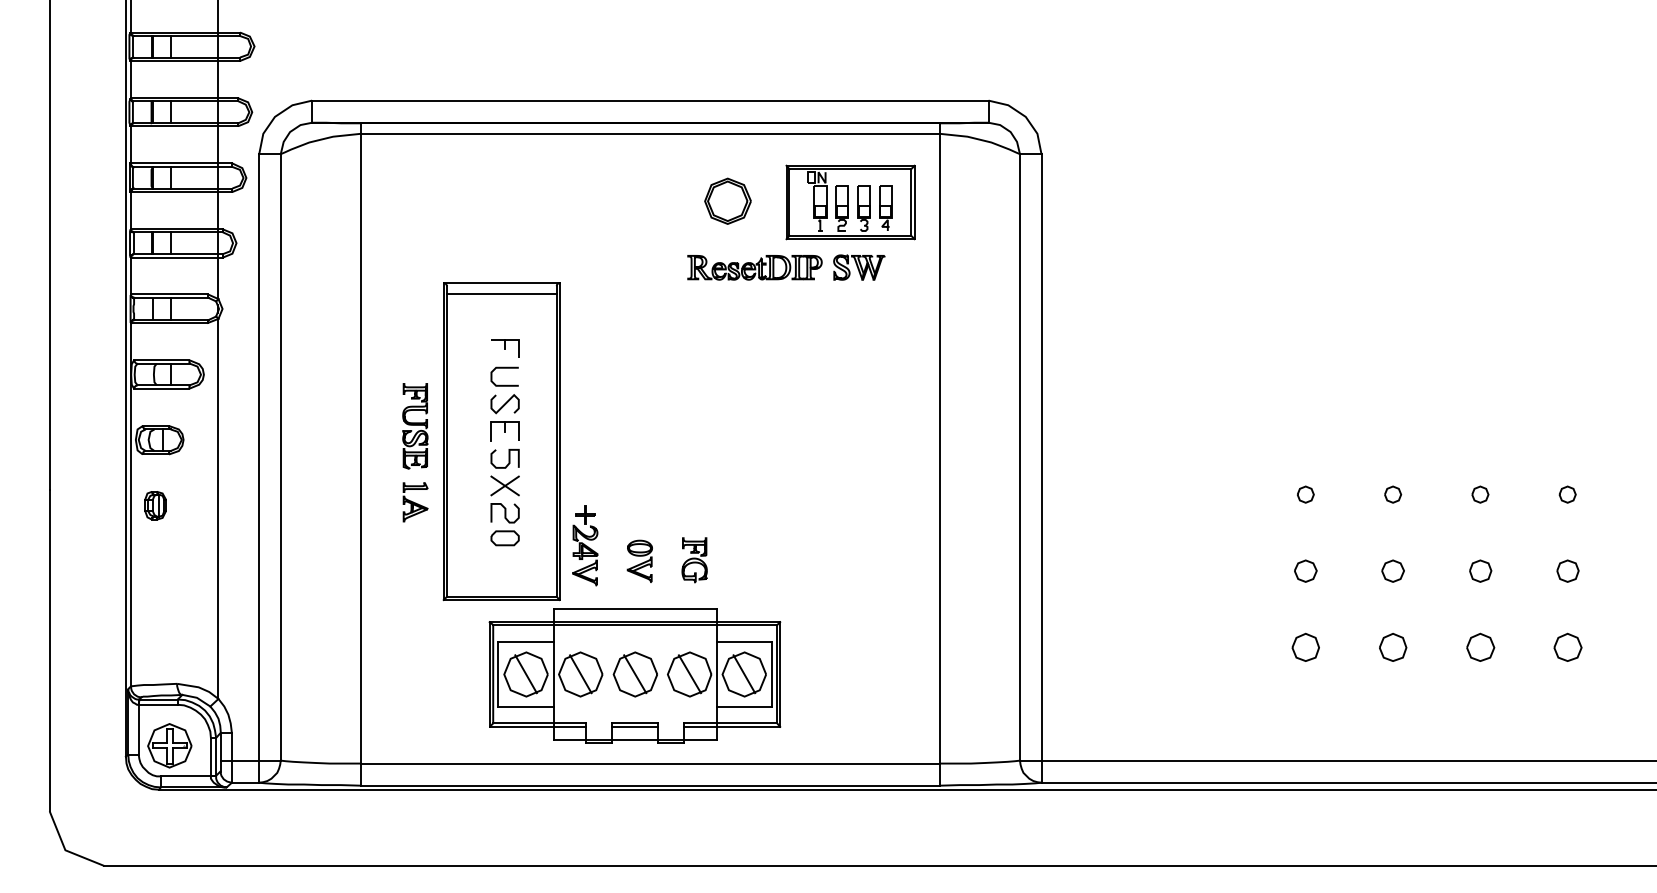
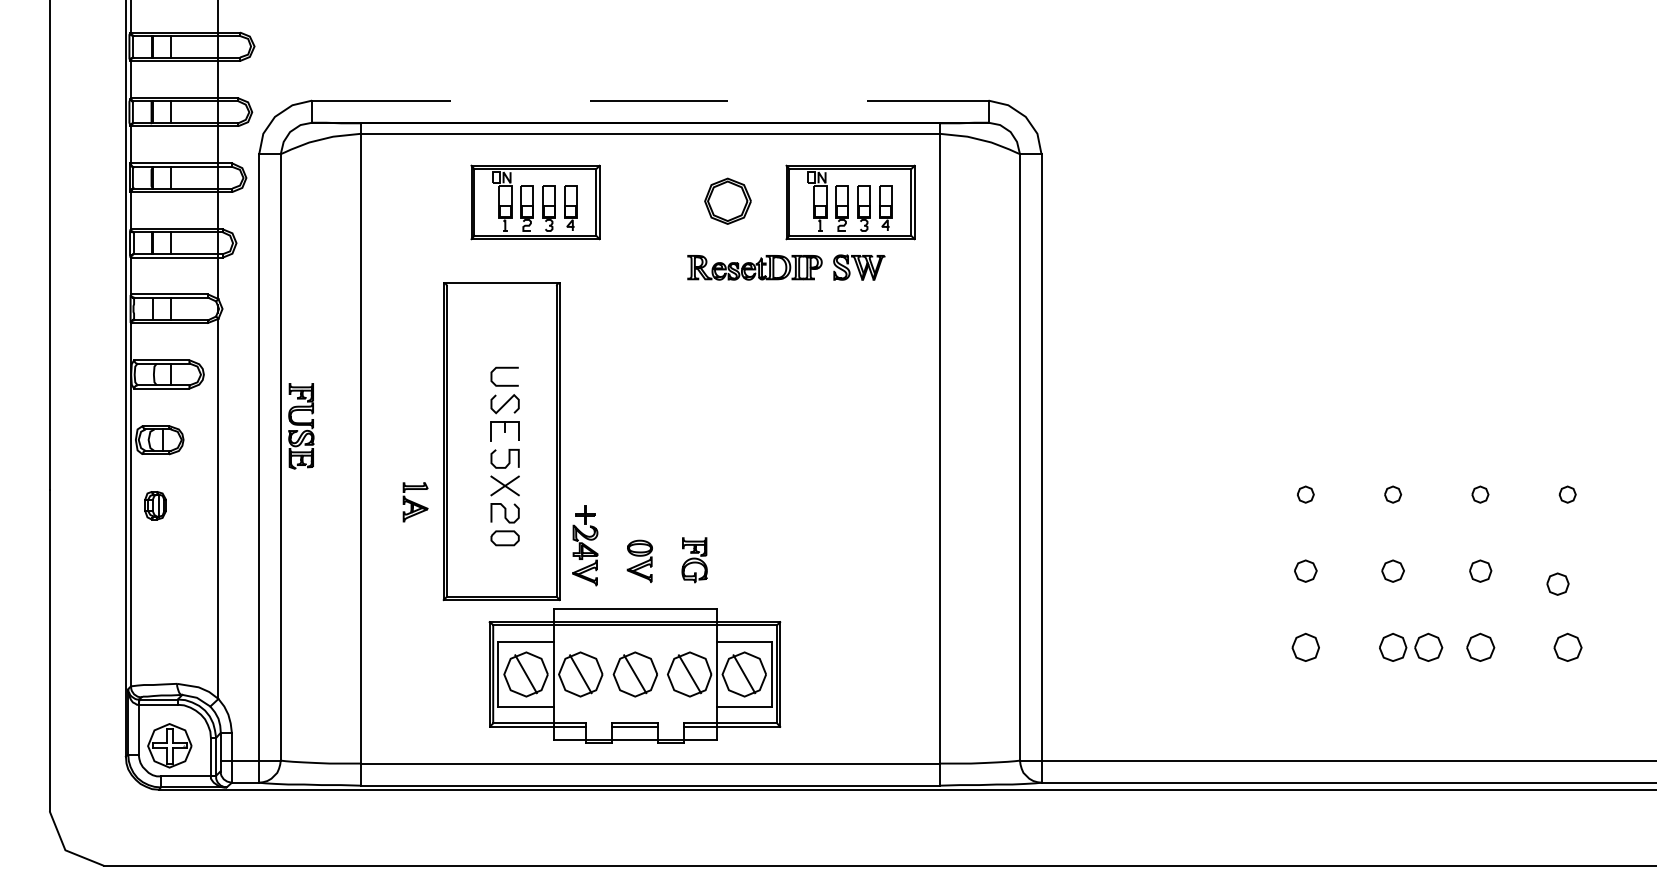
line at (650, 100): solid -> dashed
part at (535, 202): none -> present
line at (501, 294): present -> none
part at (505, 348): present -> none
part at (415, 426) position: (415, 426) -> (301, 426)
part at (1567, 570) position: (1567, 570) -> (1557, 583)
part at (1428, 646): none -> present
